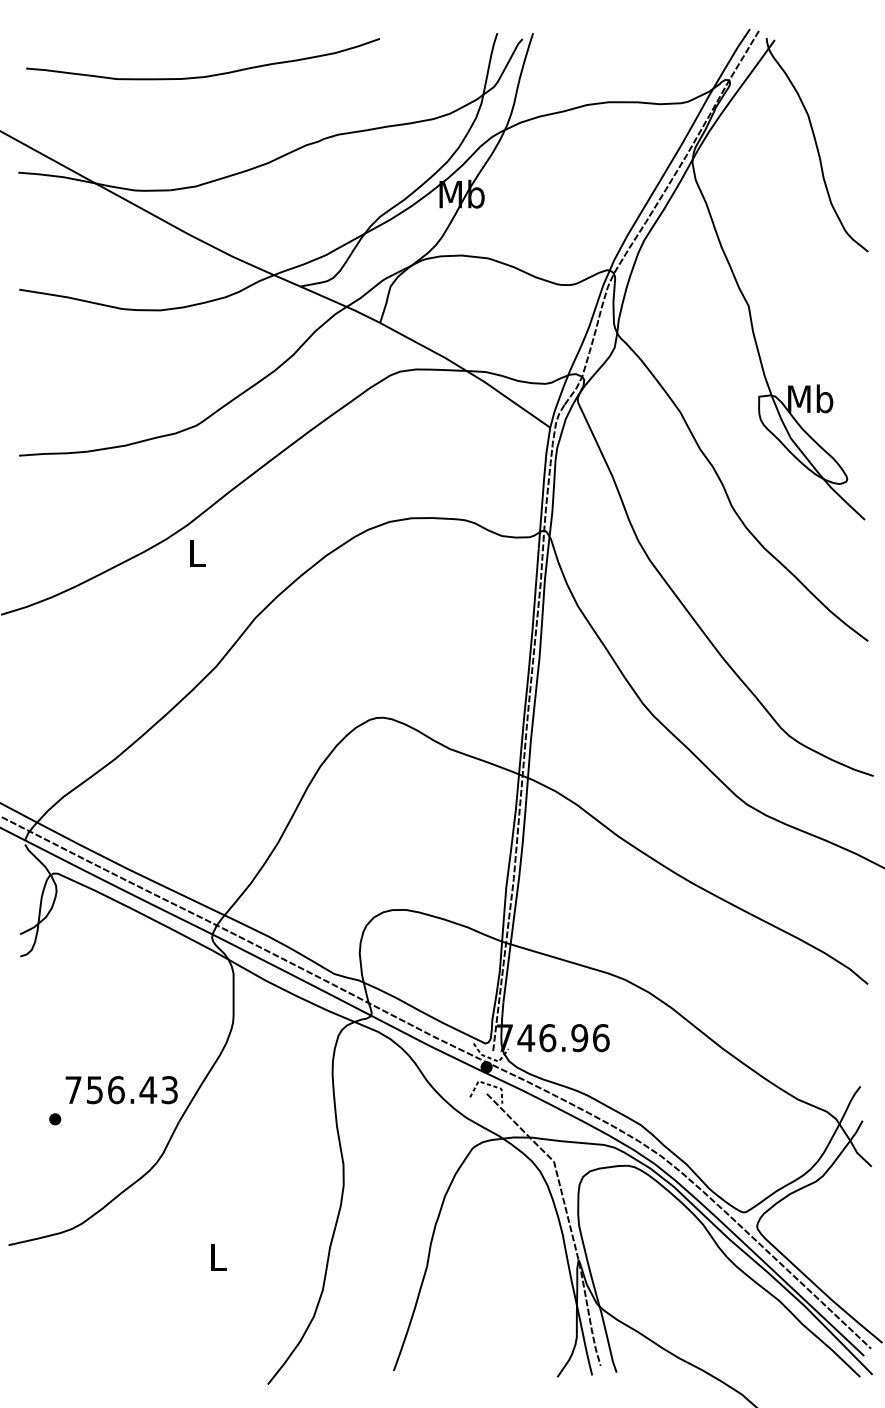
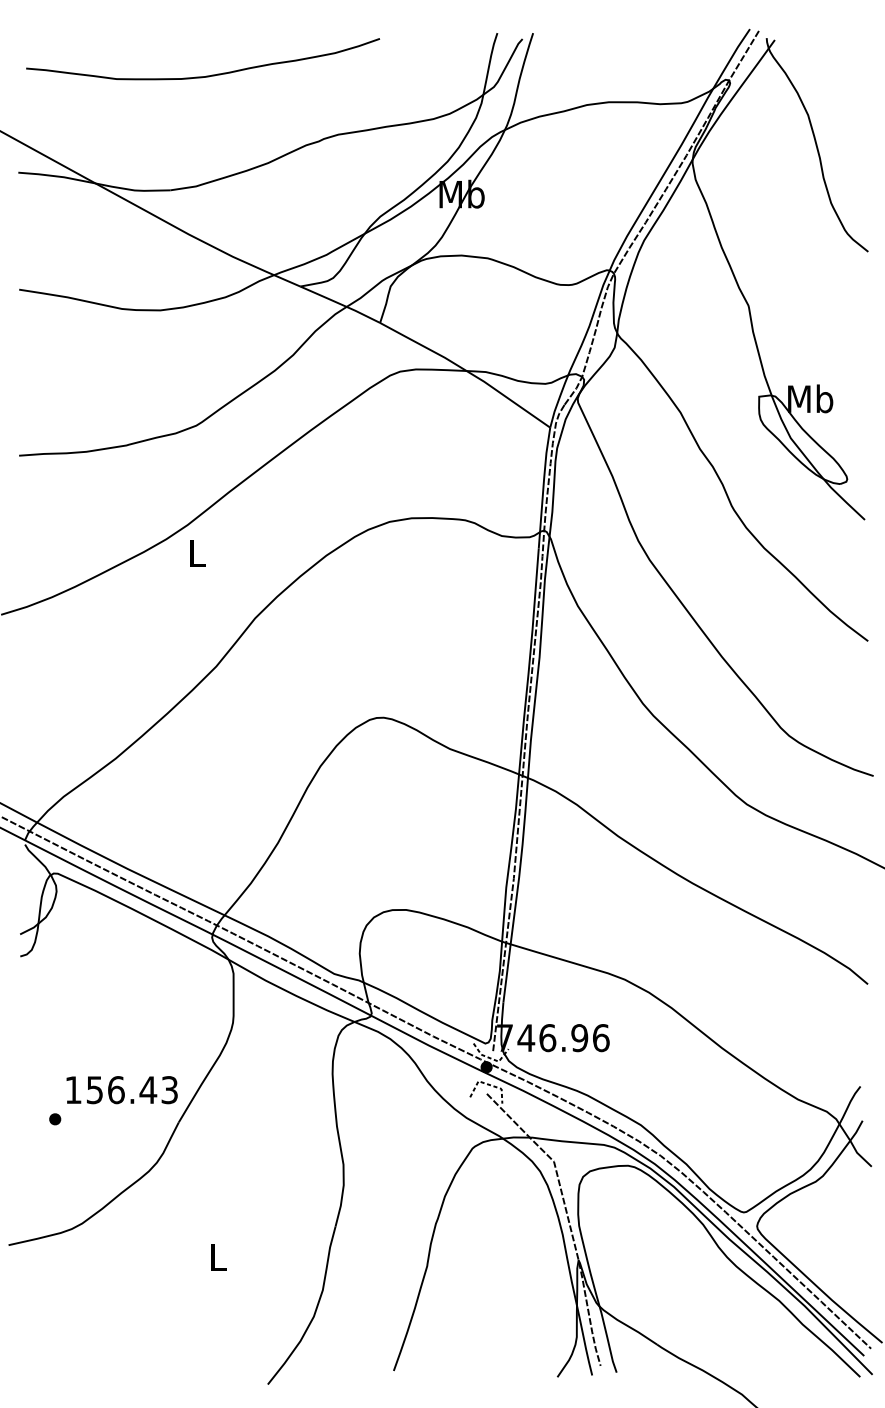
text at (73, 1089): 756.43 -> 156.43
